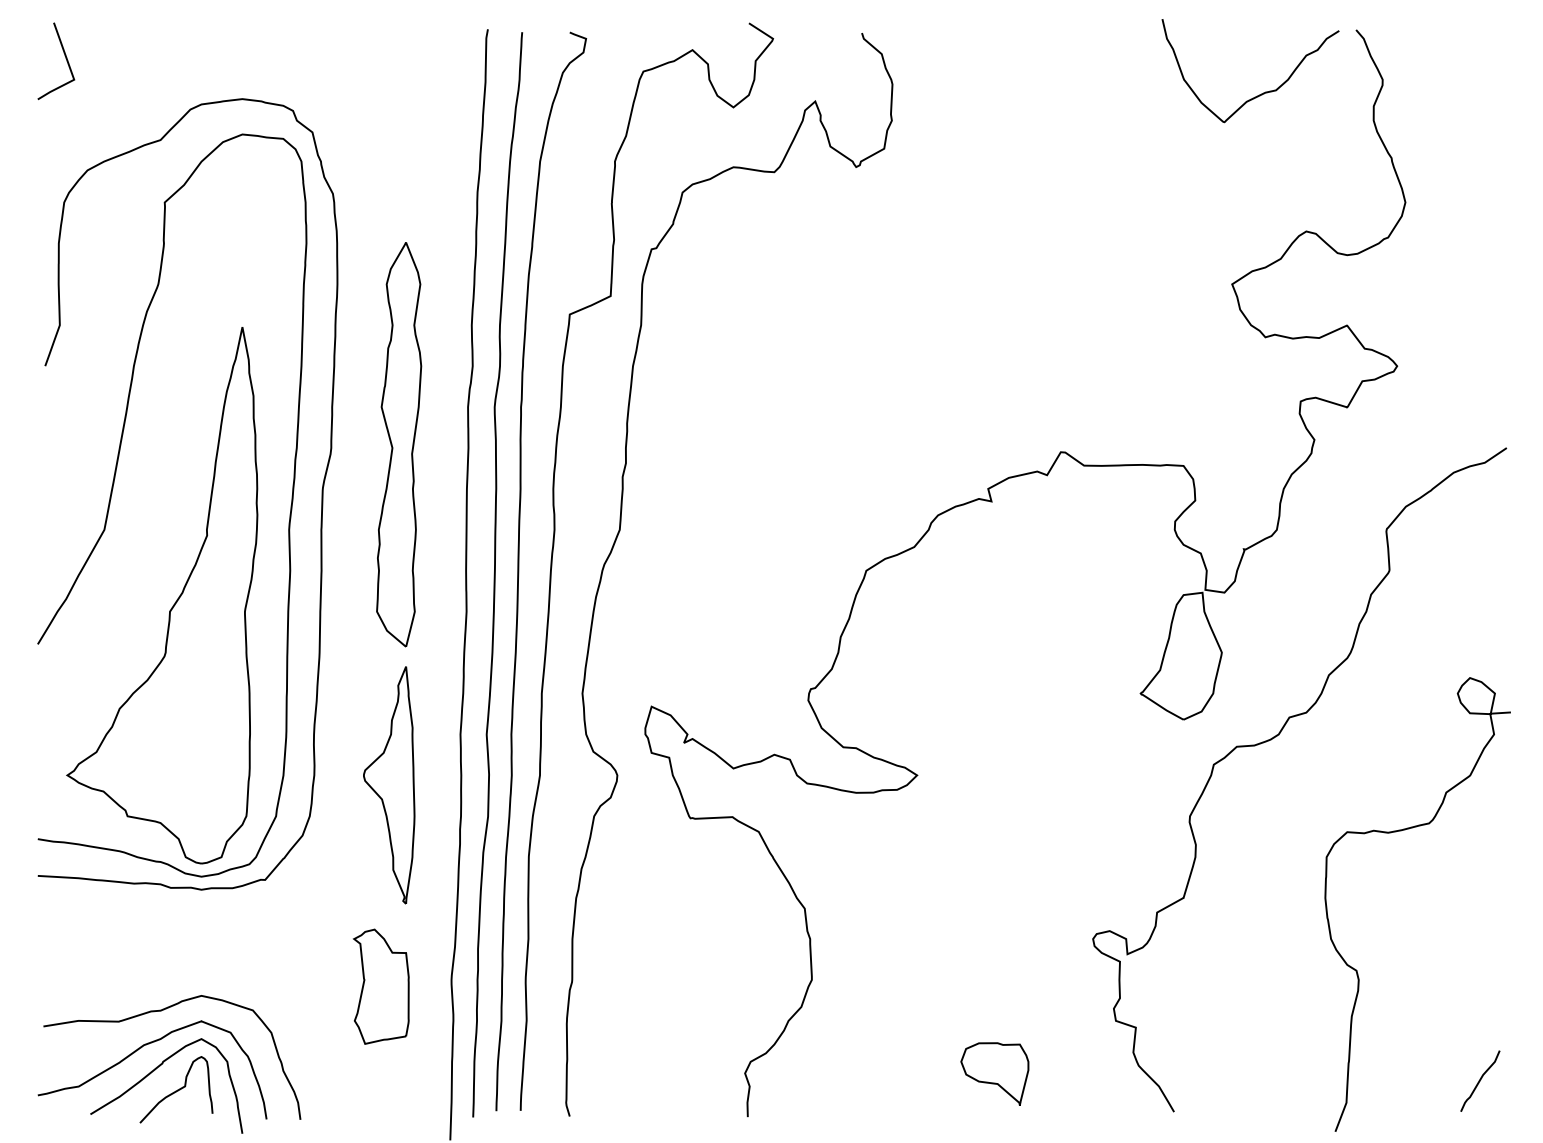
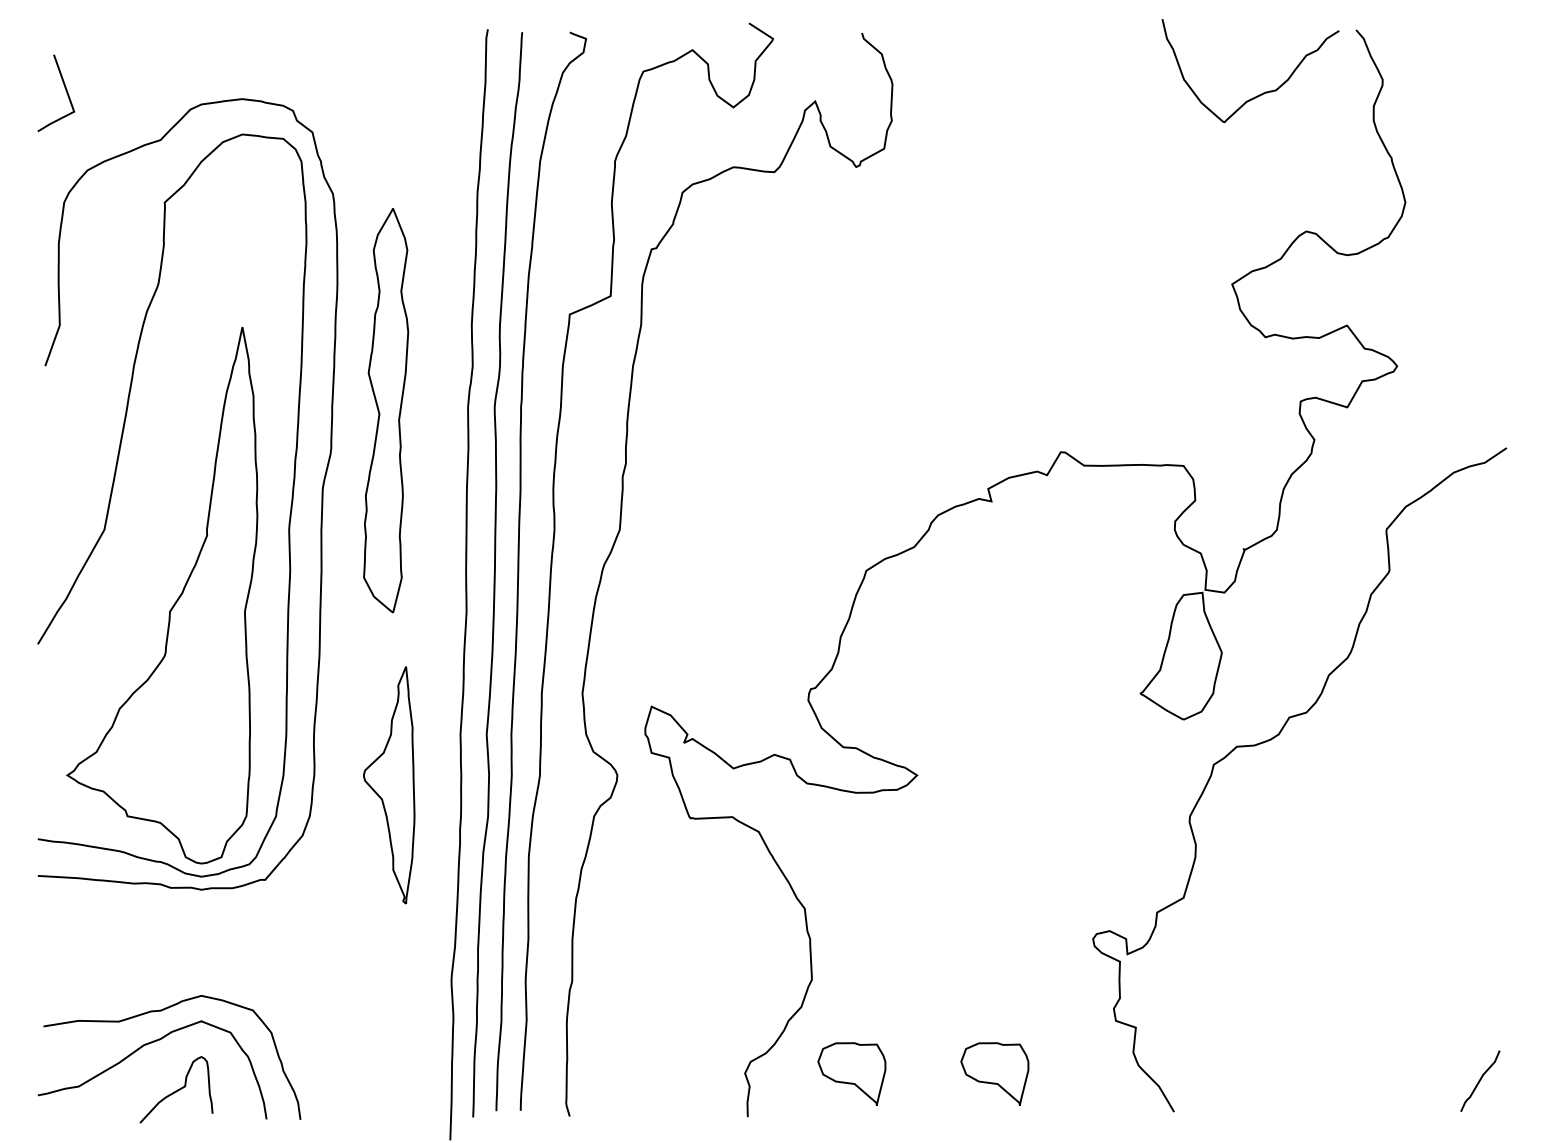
curve at (65, 58) position: (65, 58) -> (65, 90)
part at (399, 444) position: (399, 444) -> (386, 410)
curve at (1401, 831): present -> none
part at (380, 986): present -> none
curve at (155, 1070): present -> none
part at (851, 1073): none -> present
